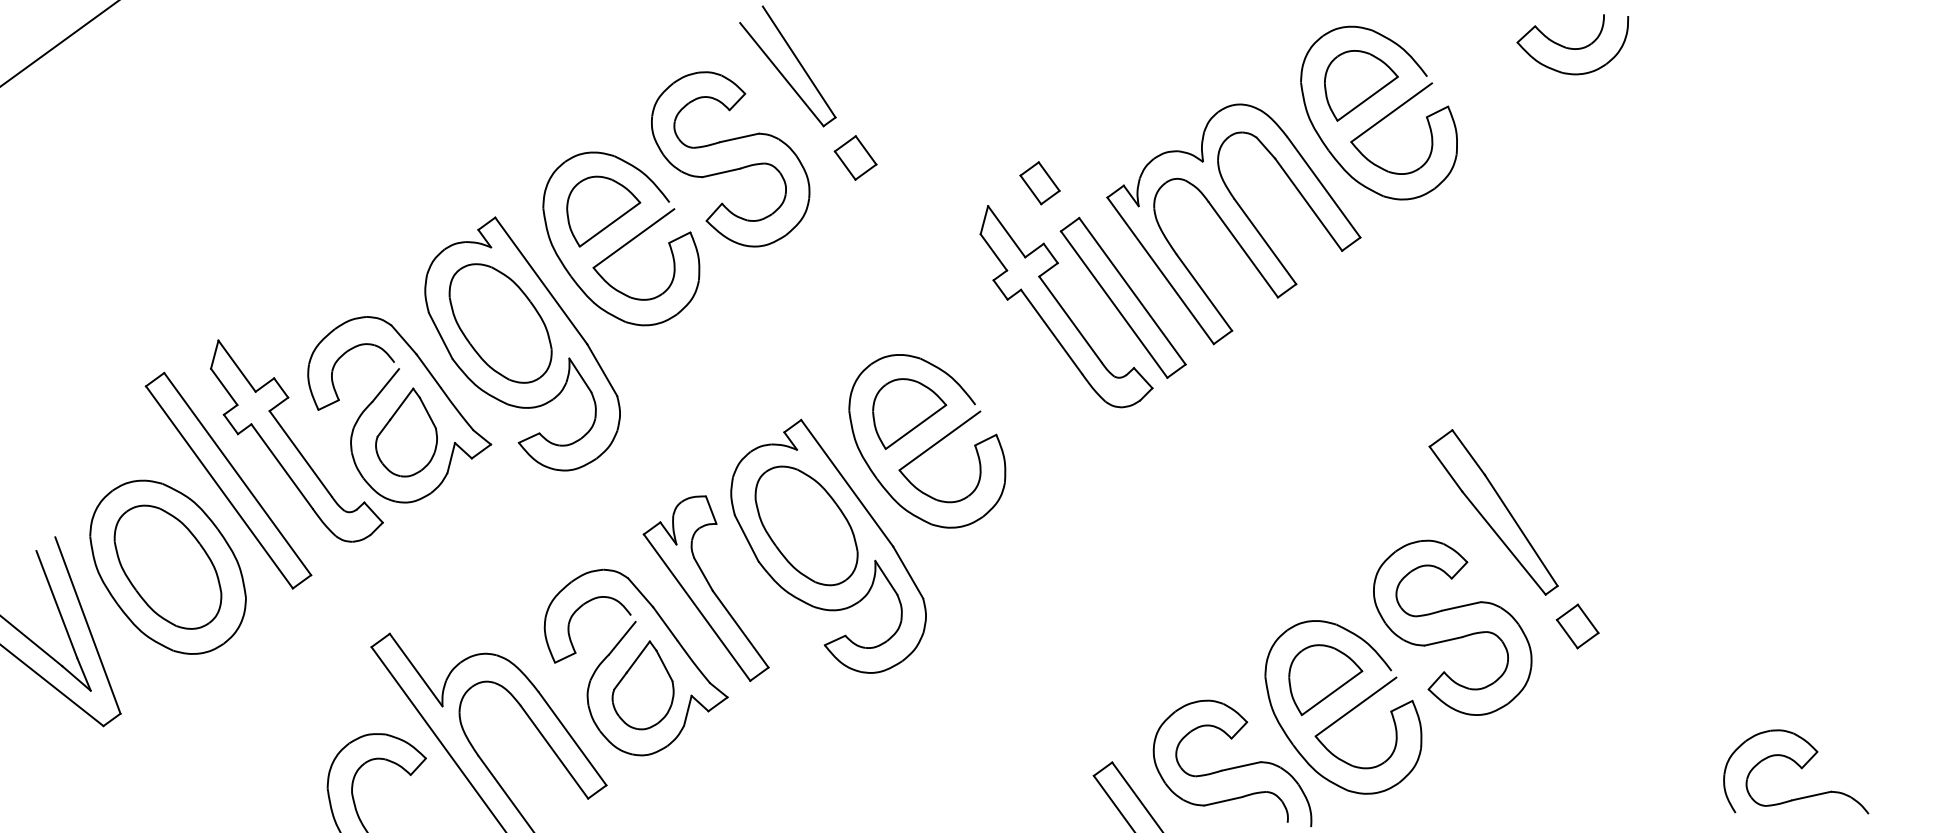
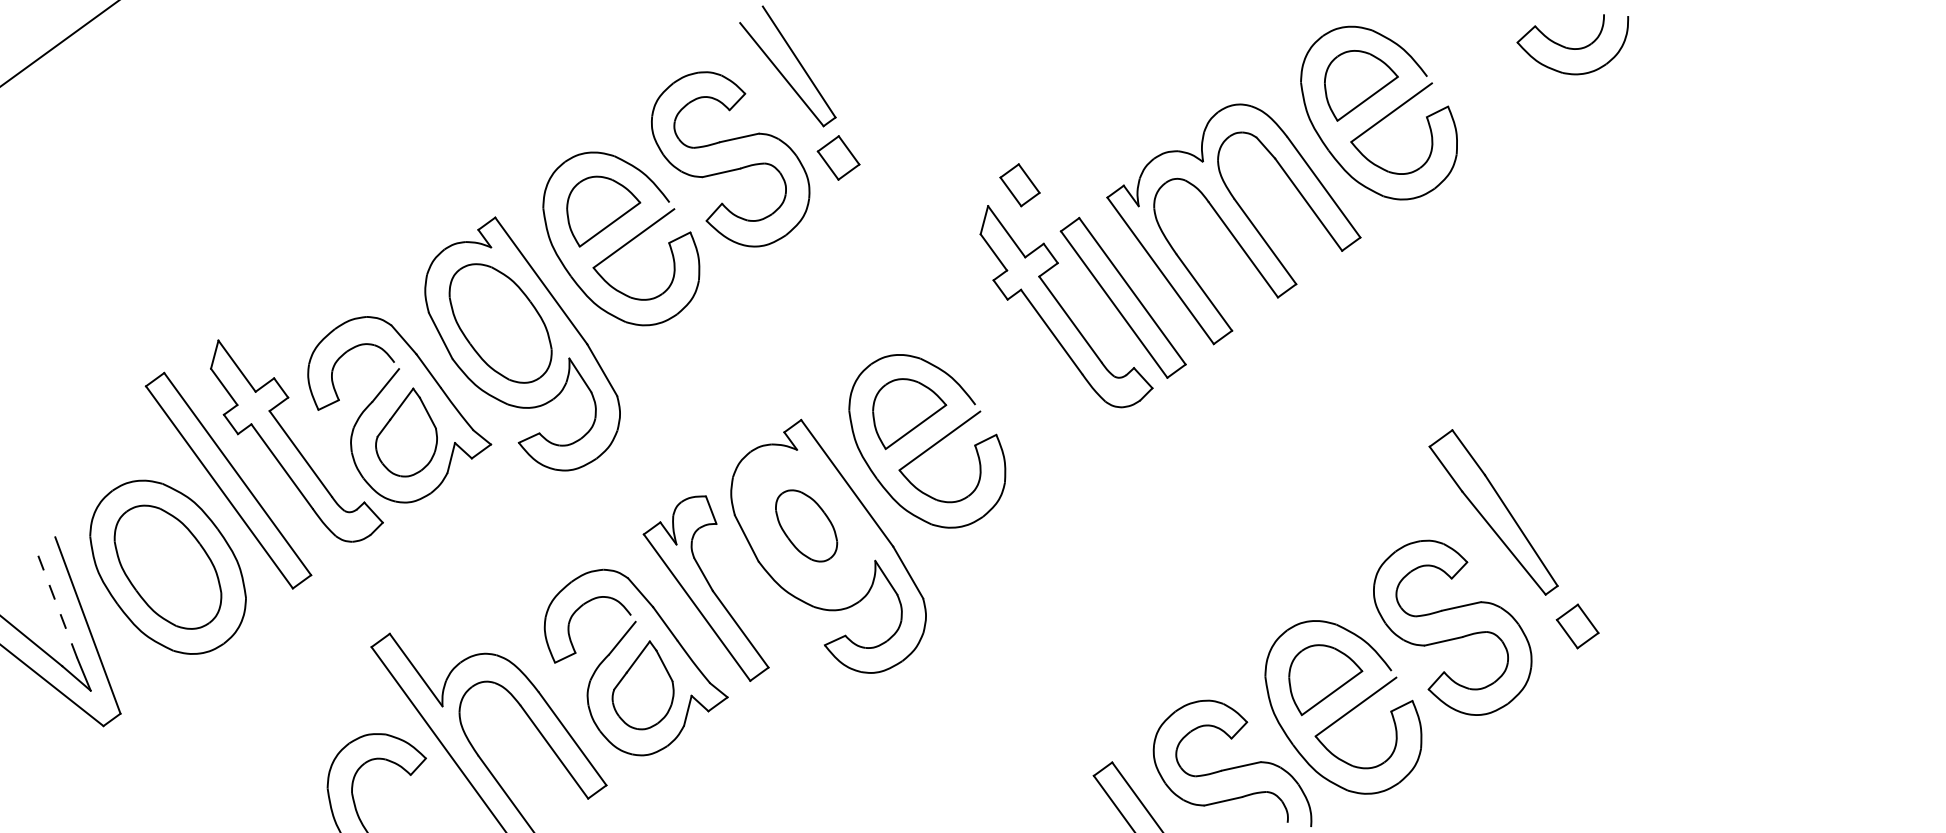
part at (855, 157) position: (855, 157) -> (838, 157)
part at (1039, 183) position: (1039, 183) -> (1019, 185)
part at (806, 525) size: 105x122 px -> 64x74 px
line at (56, 604): solid -> dashed
part at (1796, 771): present -> none
